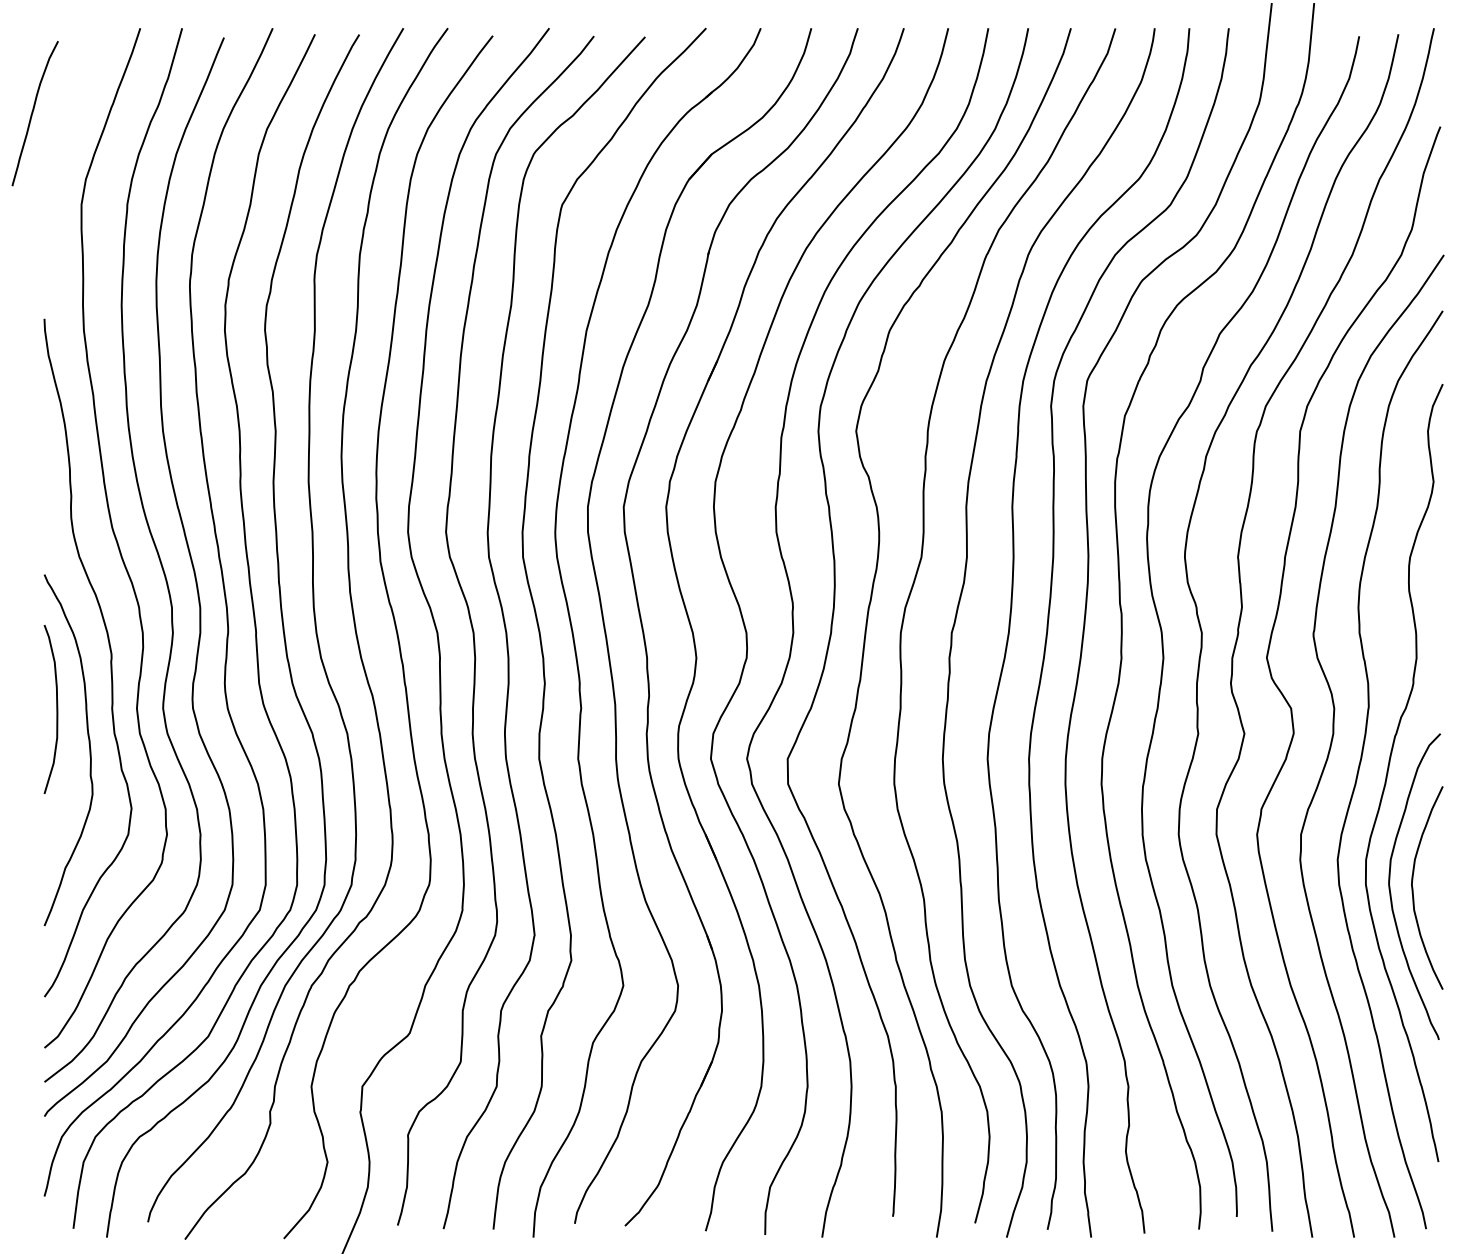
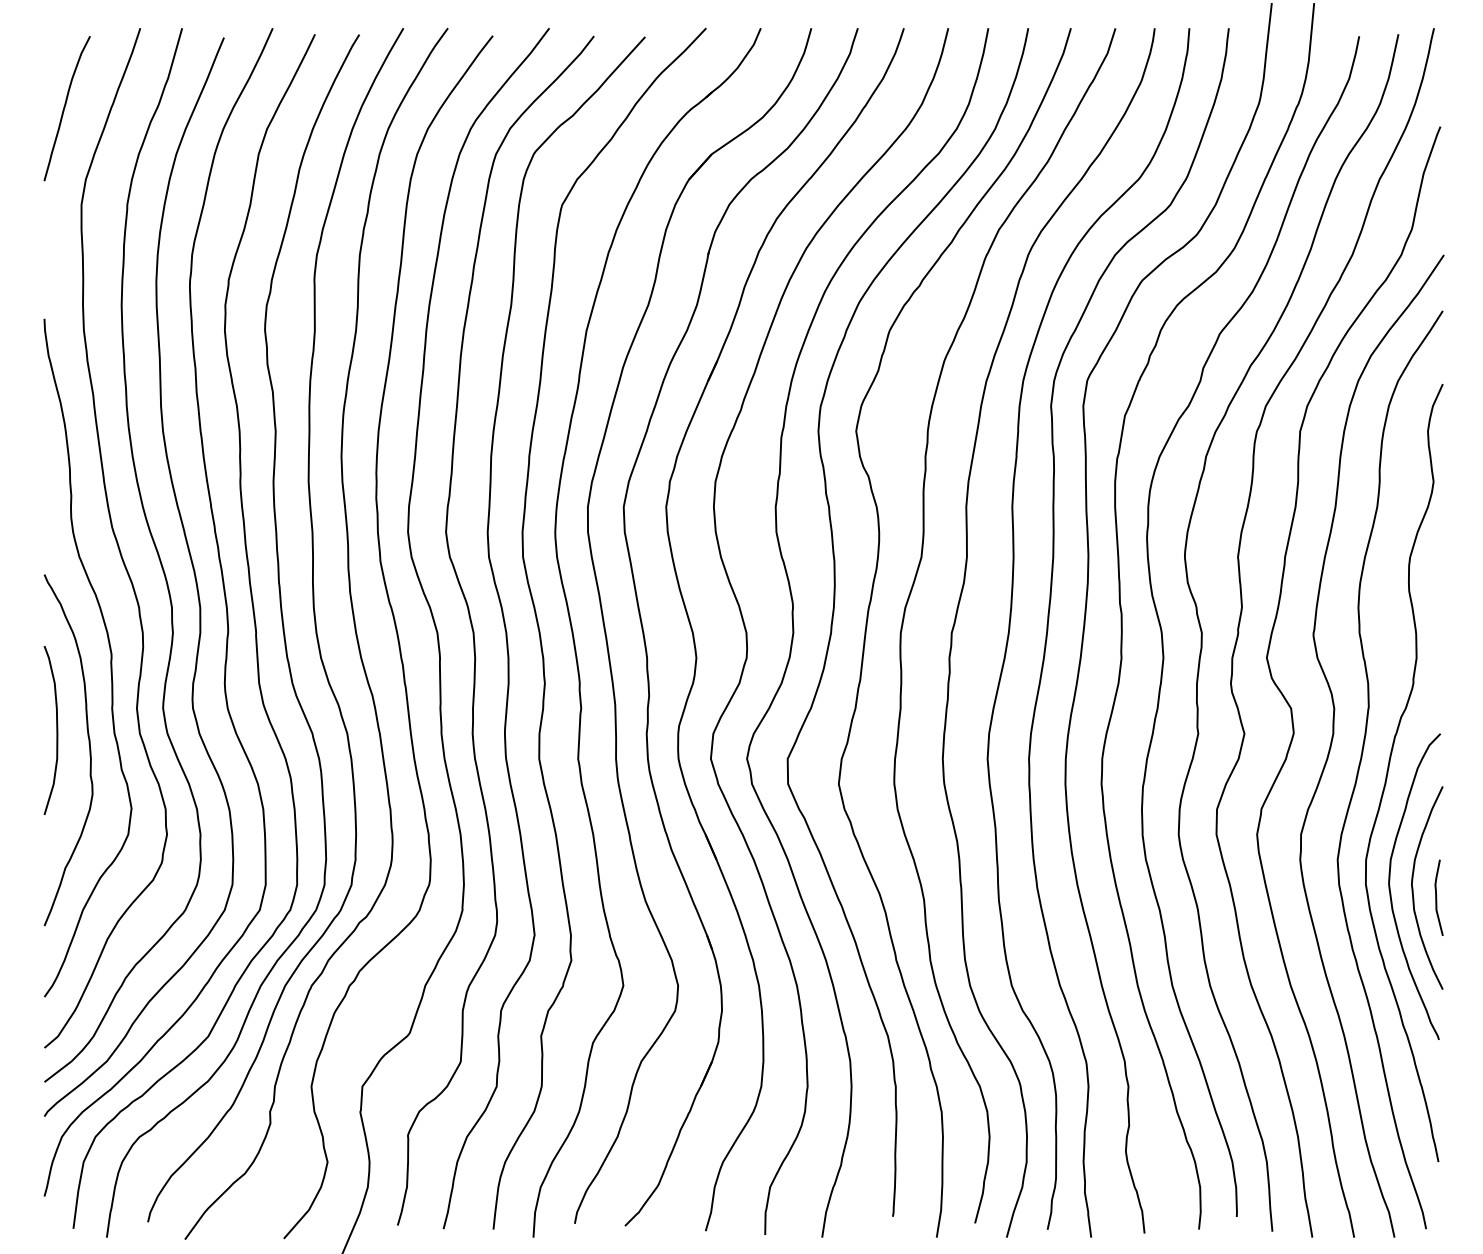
curve at (33, 113) position: (33, 113) -> (65, 108)
curve at (56, 709) position: (56, 709) -> (56, 730)
curve at (1437, 897): none -> present
